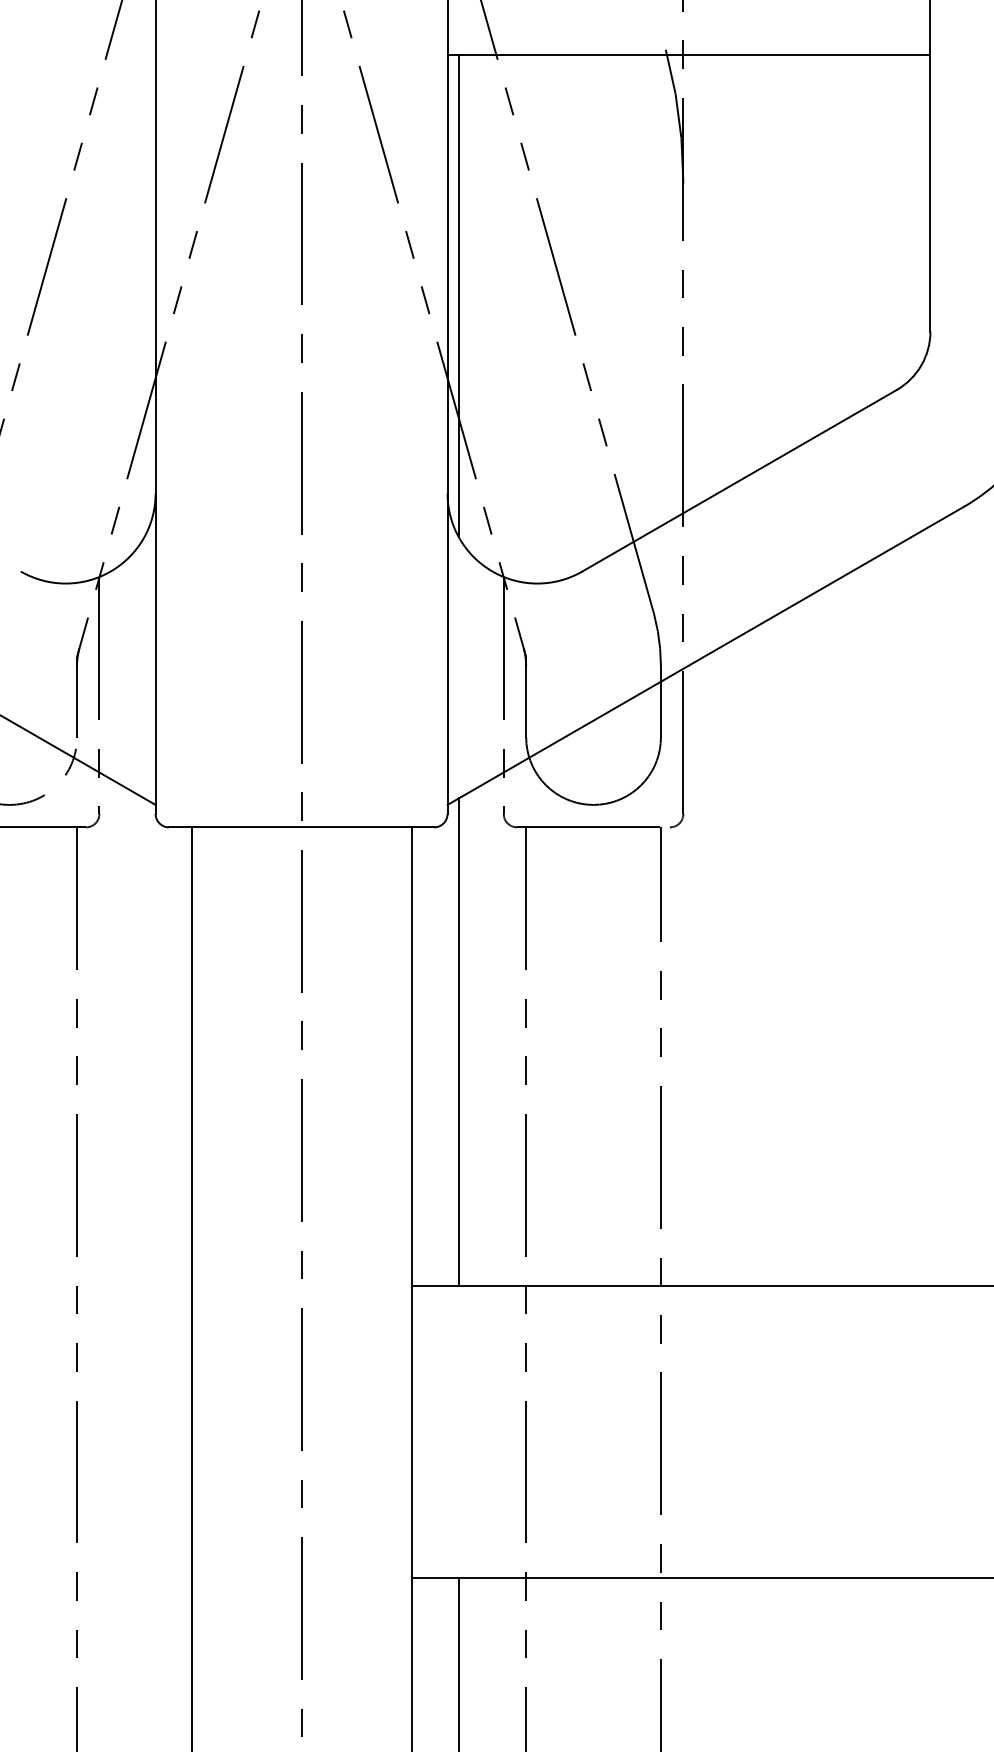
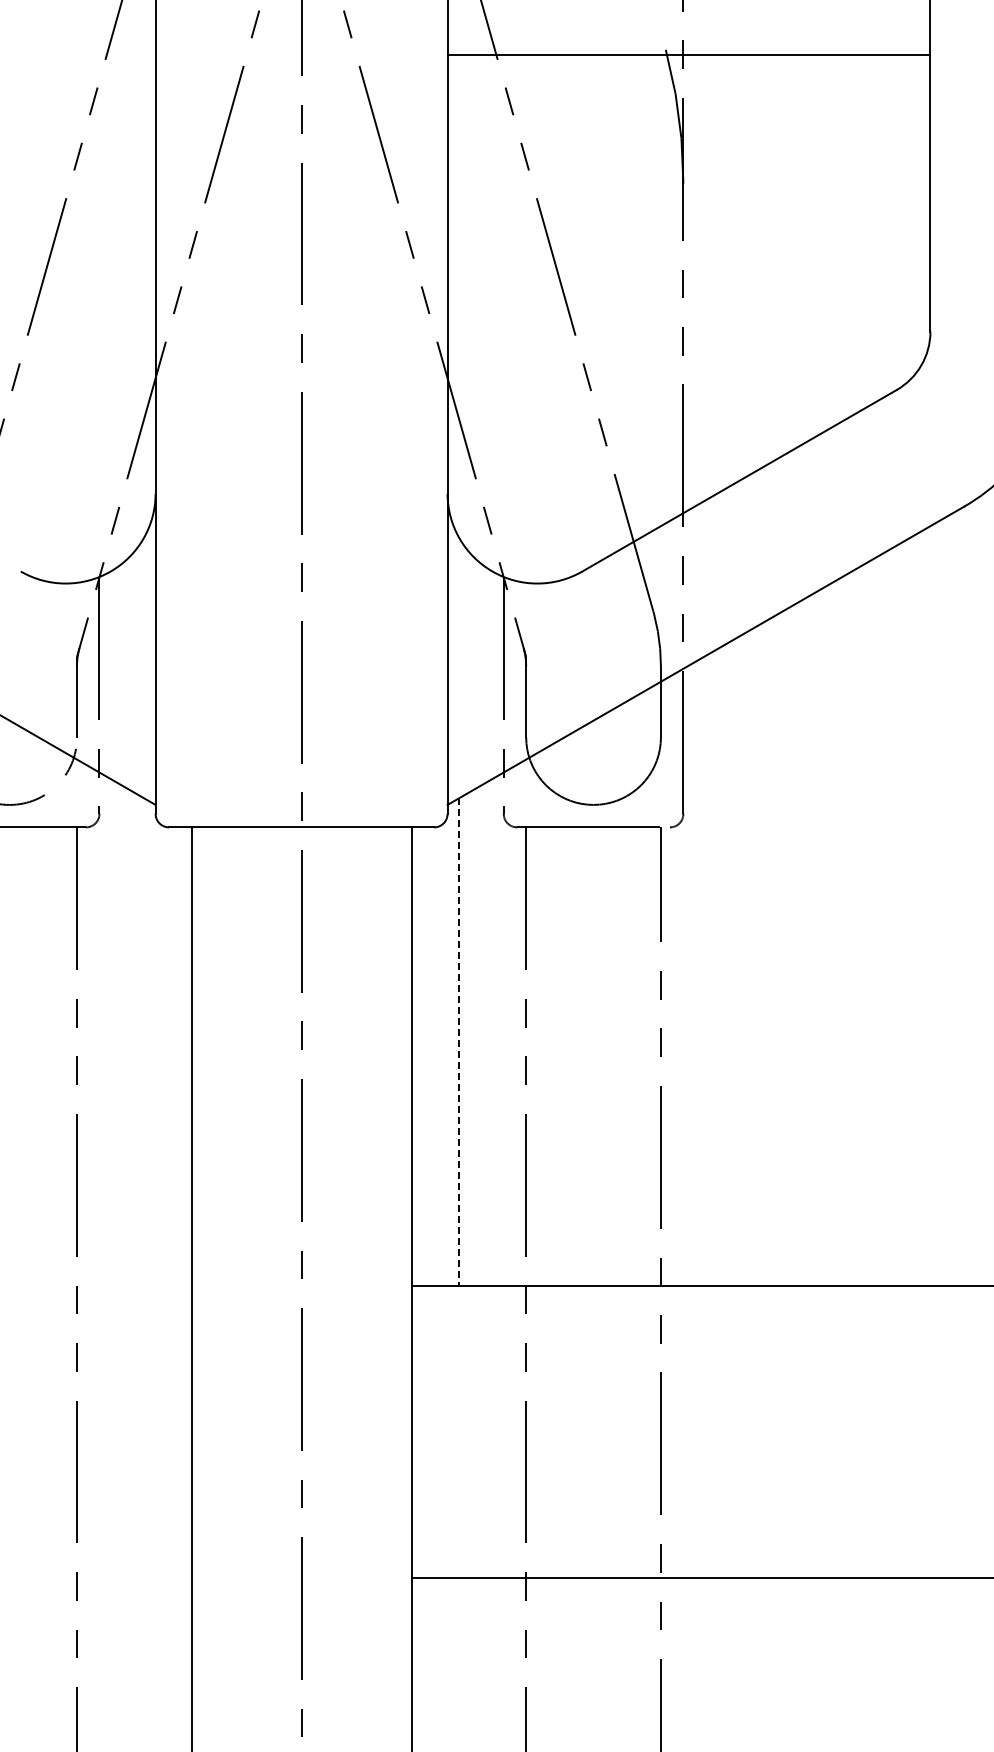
line at (458, 295): present -> none
line at (458, 1042): solid -> dashed
line at (458, 1662): present -> none
